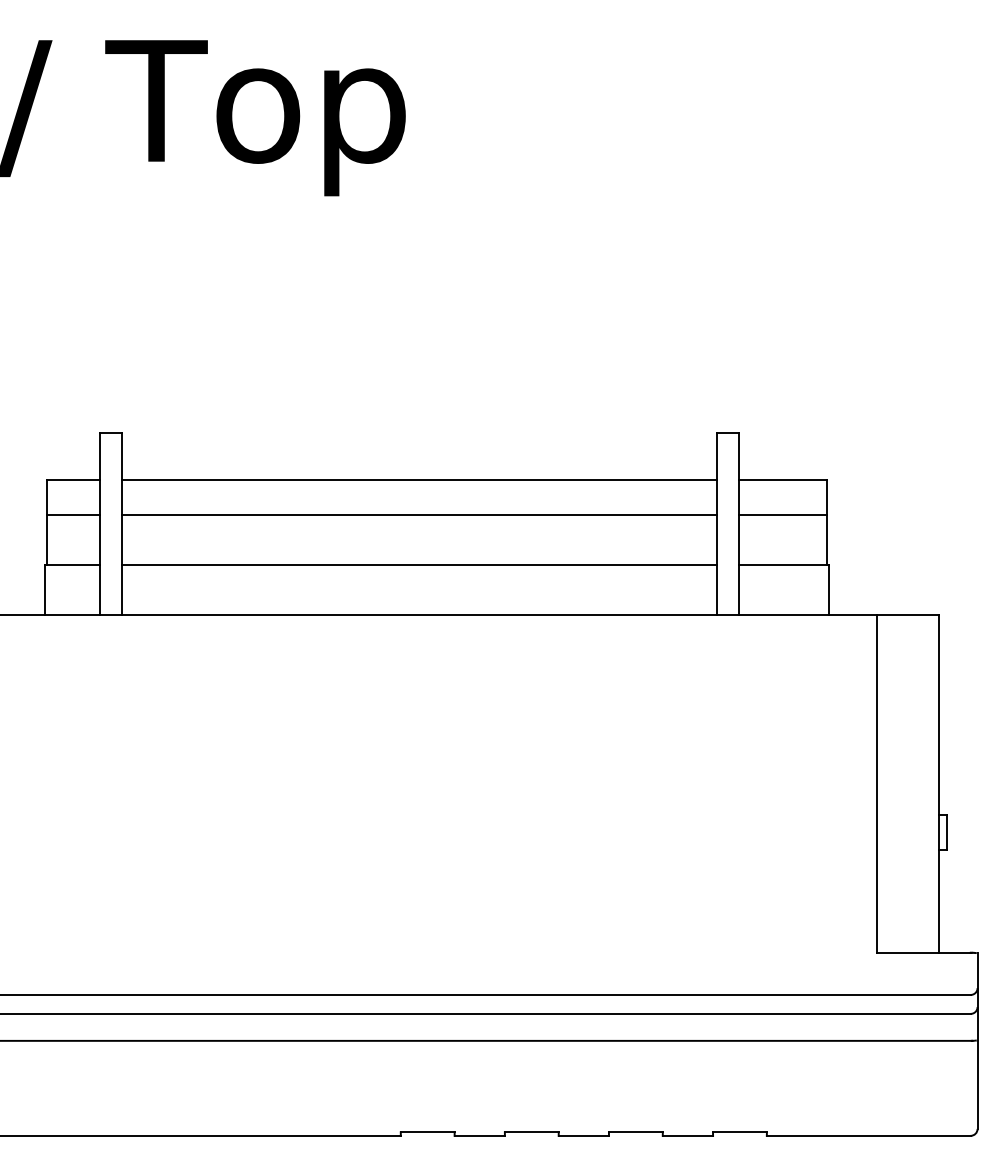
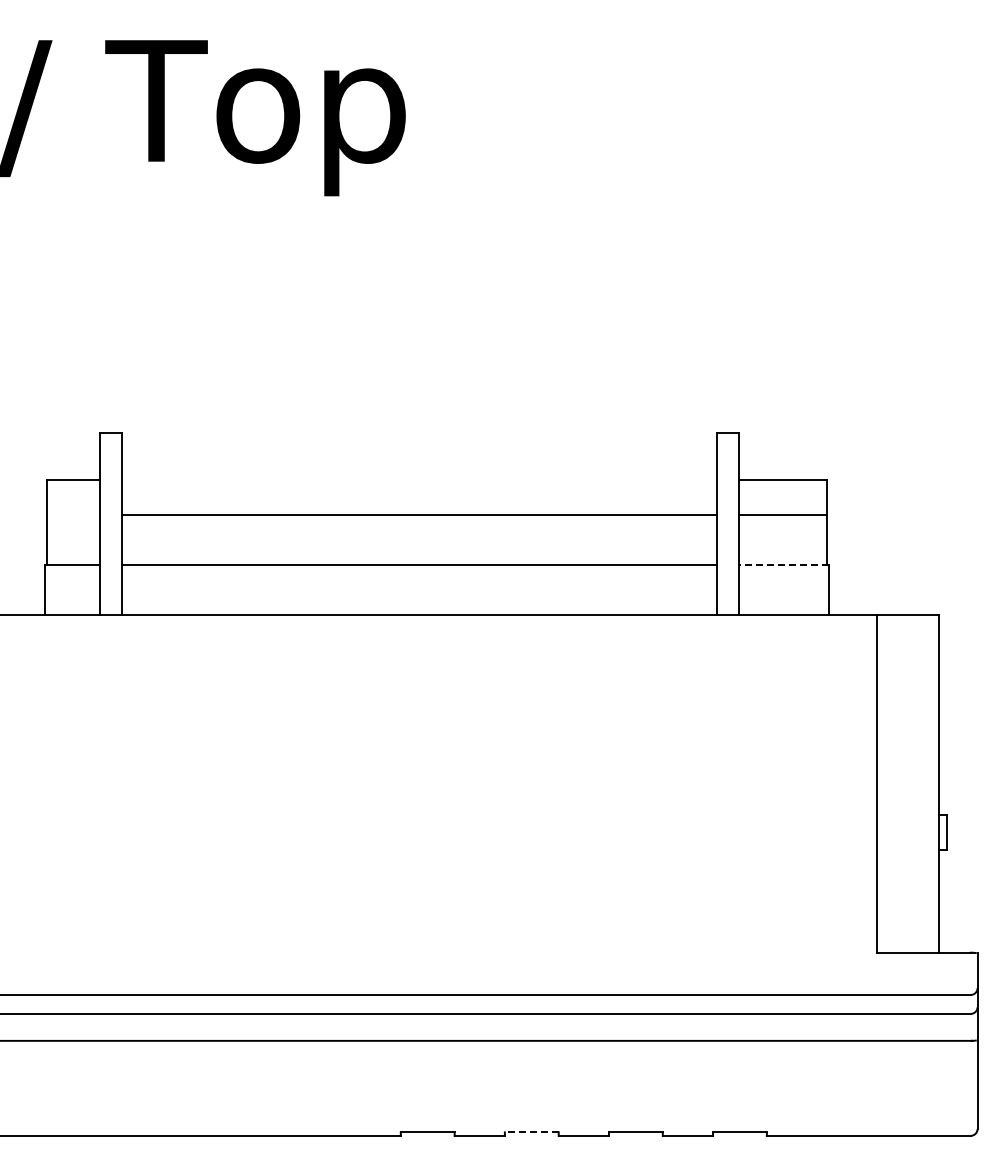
line at (419, 479): present -> none
line at (73, 515): present -> none
line at (784, 565): solid -> dashed
line at (531, 1132): solid -> dashed
